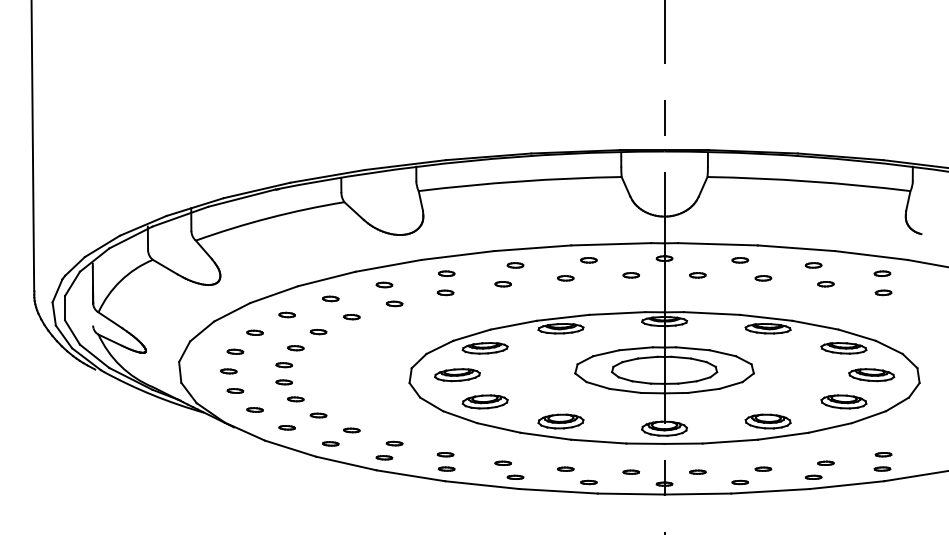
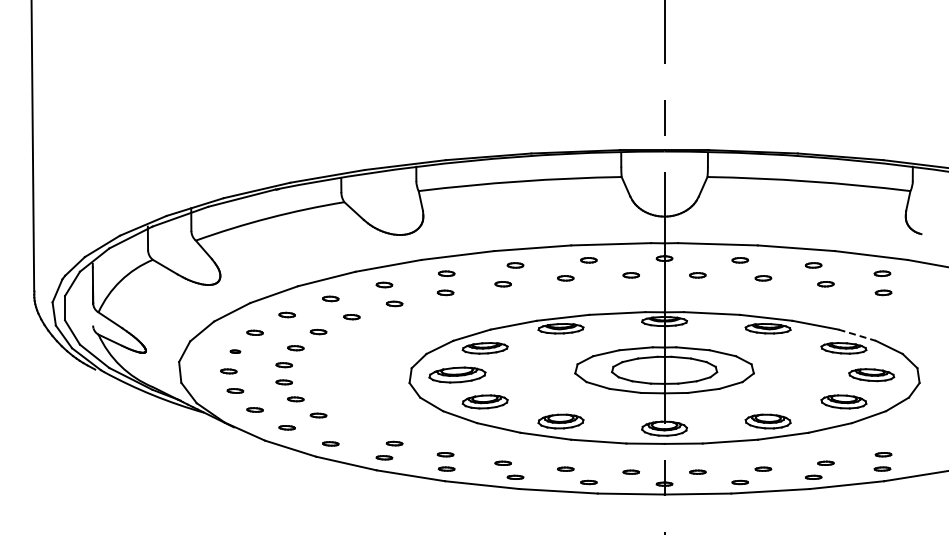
line at (857, 335): solid -> dashed
part at (235, 351) size: 19x7 px -> 13x5 px
part at (457, 375) size: 47x15 px -> 59x18 px
part at (351, 430): present -> none
